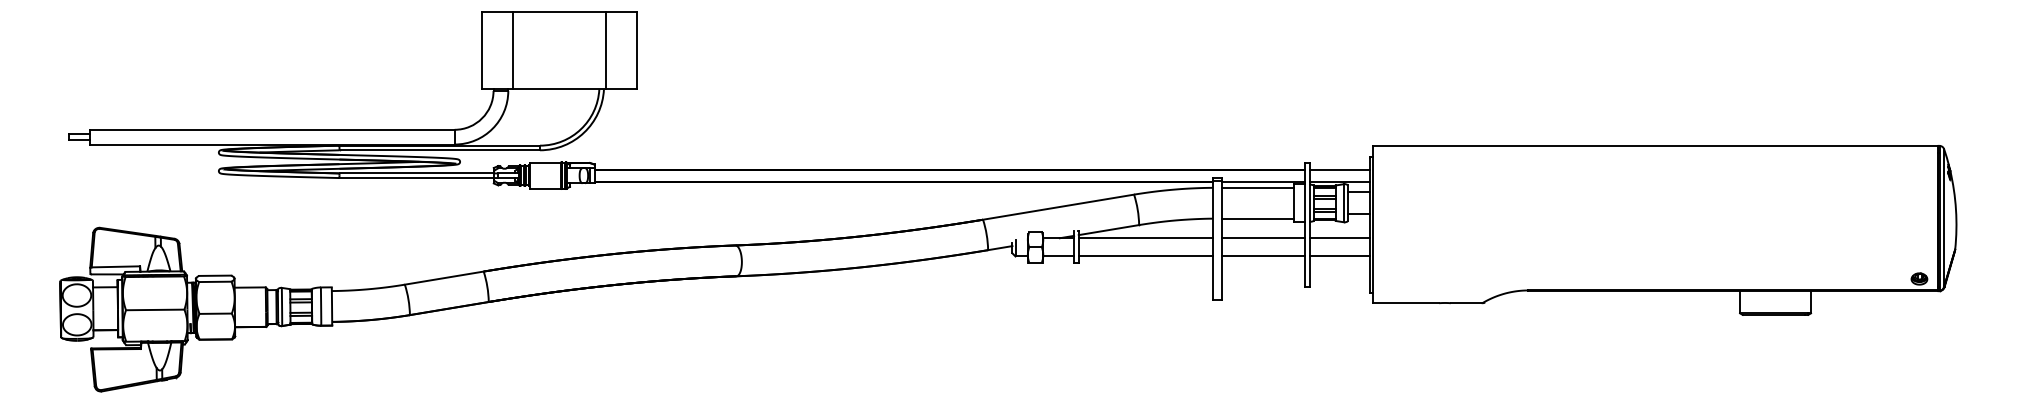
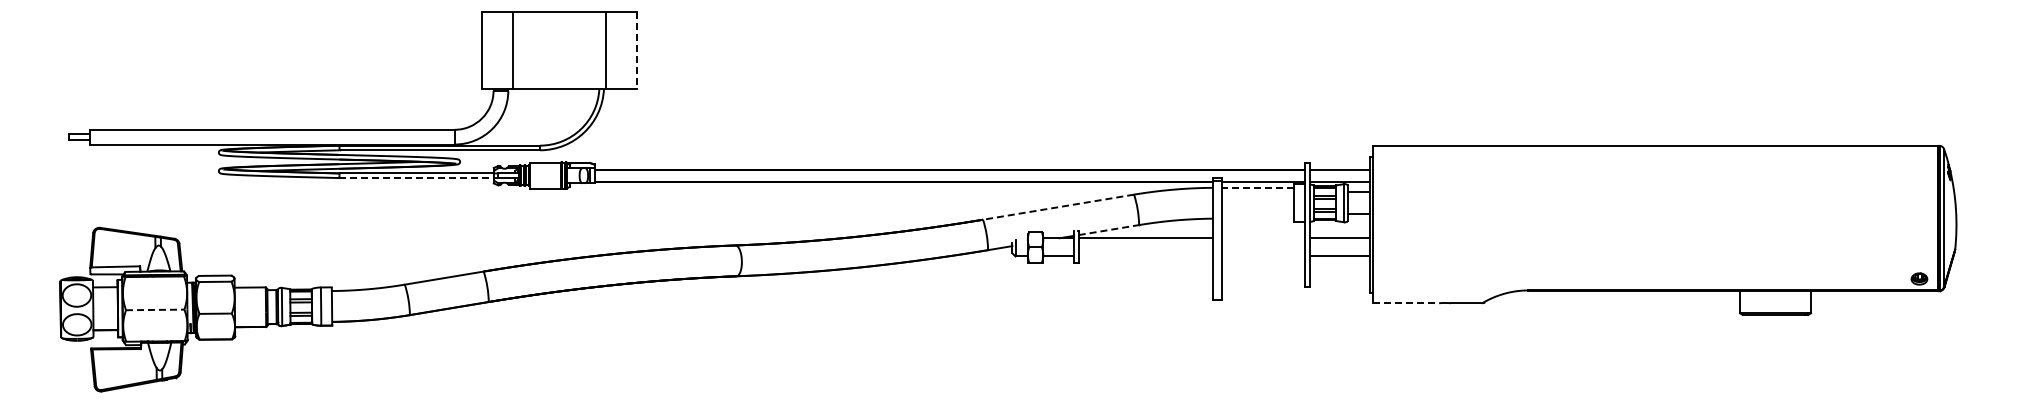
line at (636, 50): solid -> dashed
line at (417, 178): solid -> dashed
line at (1257, 187): solid -> dashed
line at (1058, 207): solid -> dashed
line at (1258, 218): present -> none
line at (1108, 230): solid -> dashed
line at (1263, 238): present -> none
line at (1145, 256): present -> none
line at (1263, 256): present -> none
line at (1406, 303): solid -> dashed
line at (155, 309): solid -> dashed
